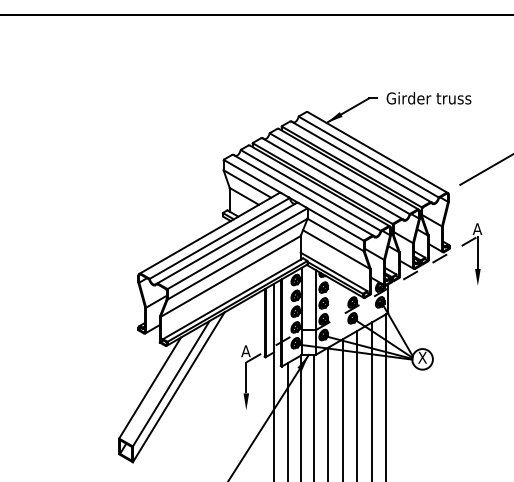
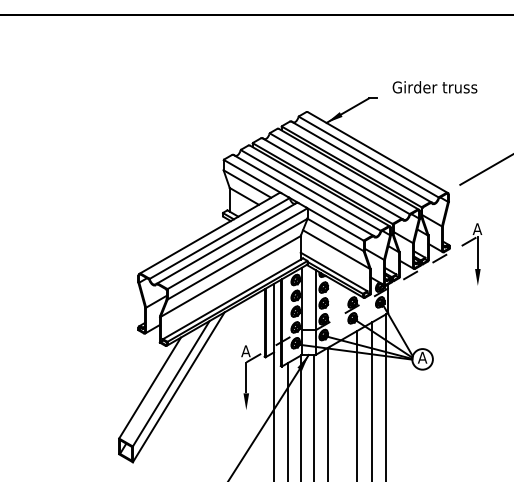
text at (428, 98) position: (428, 98) -> (434, 87)
text at (422, 357): X -> A
line at (343, 408): present -> none
